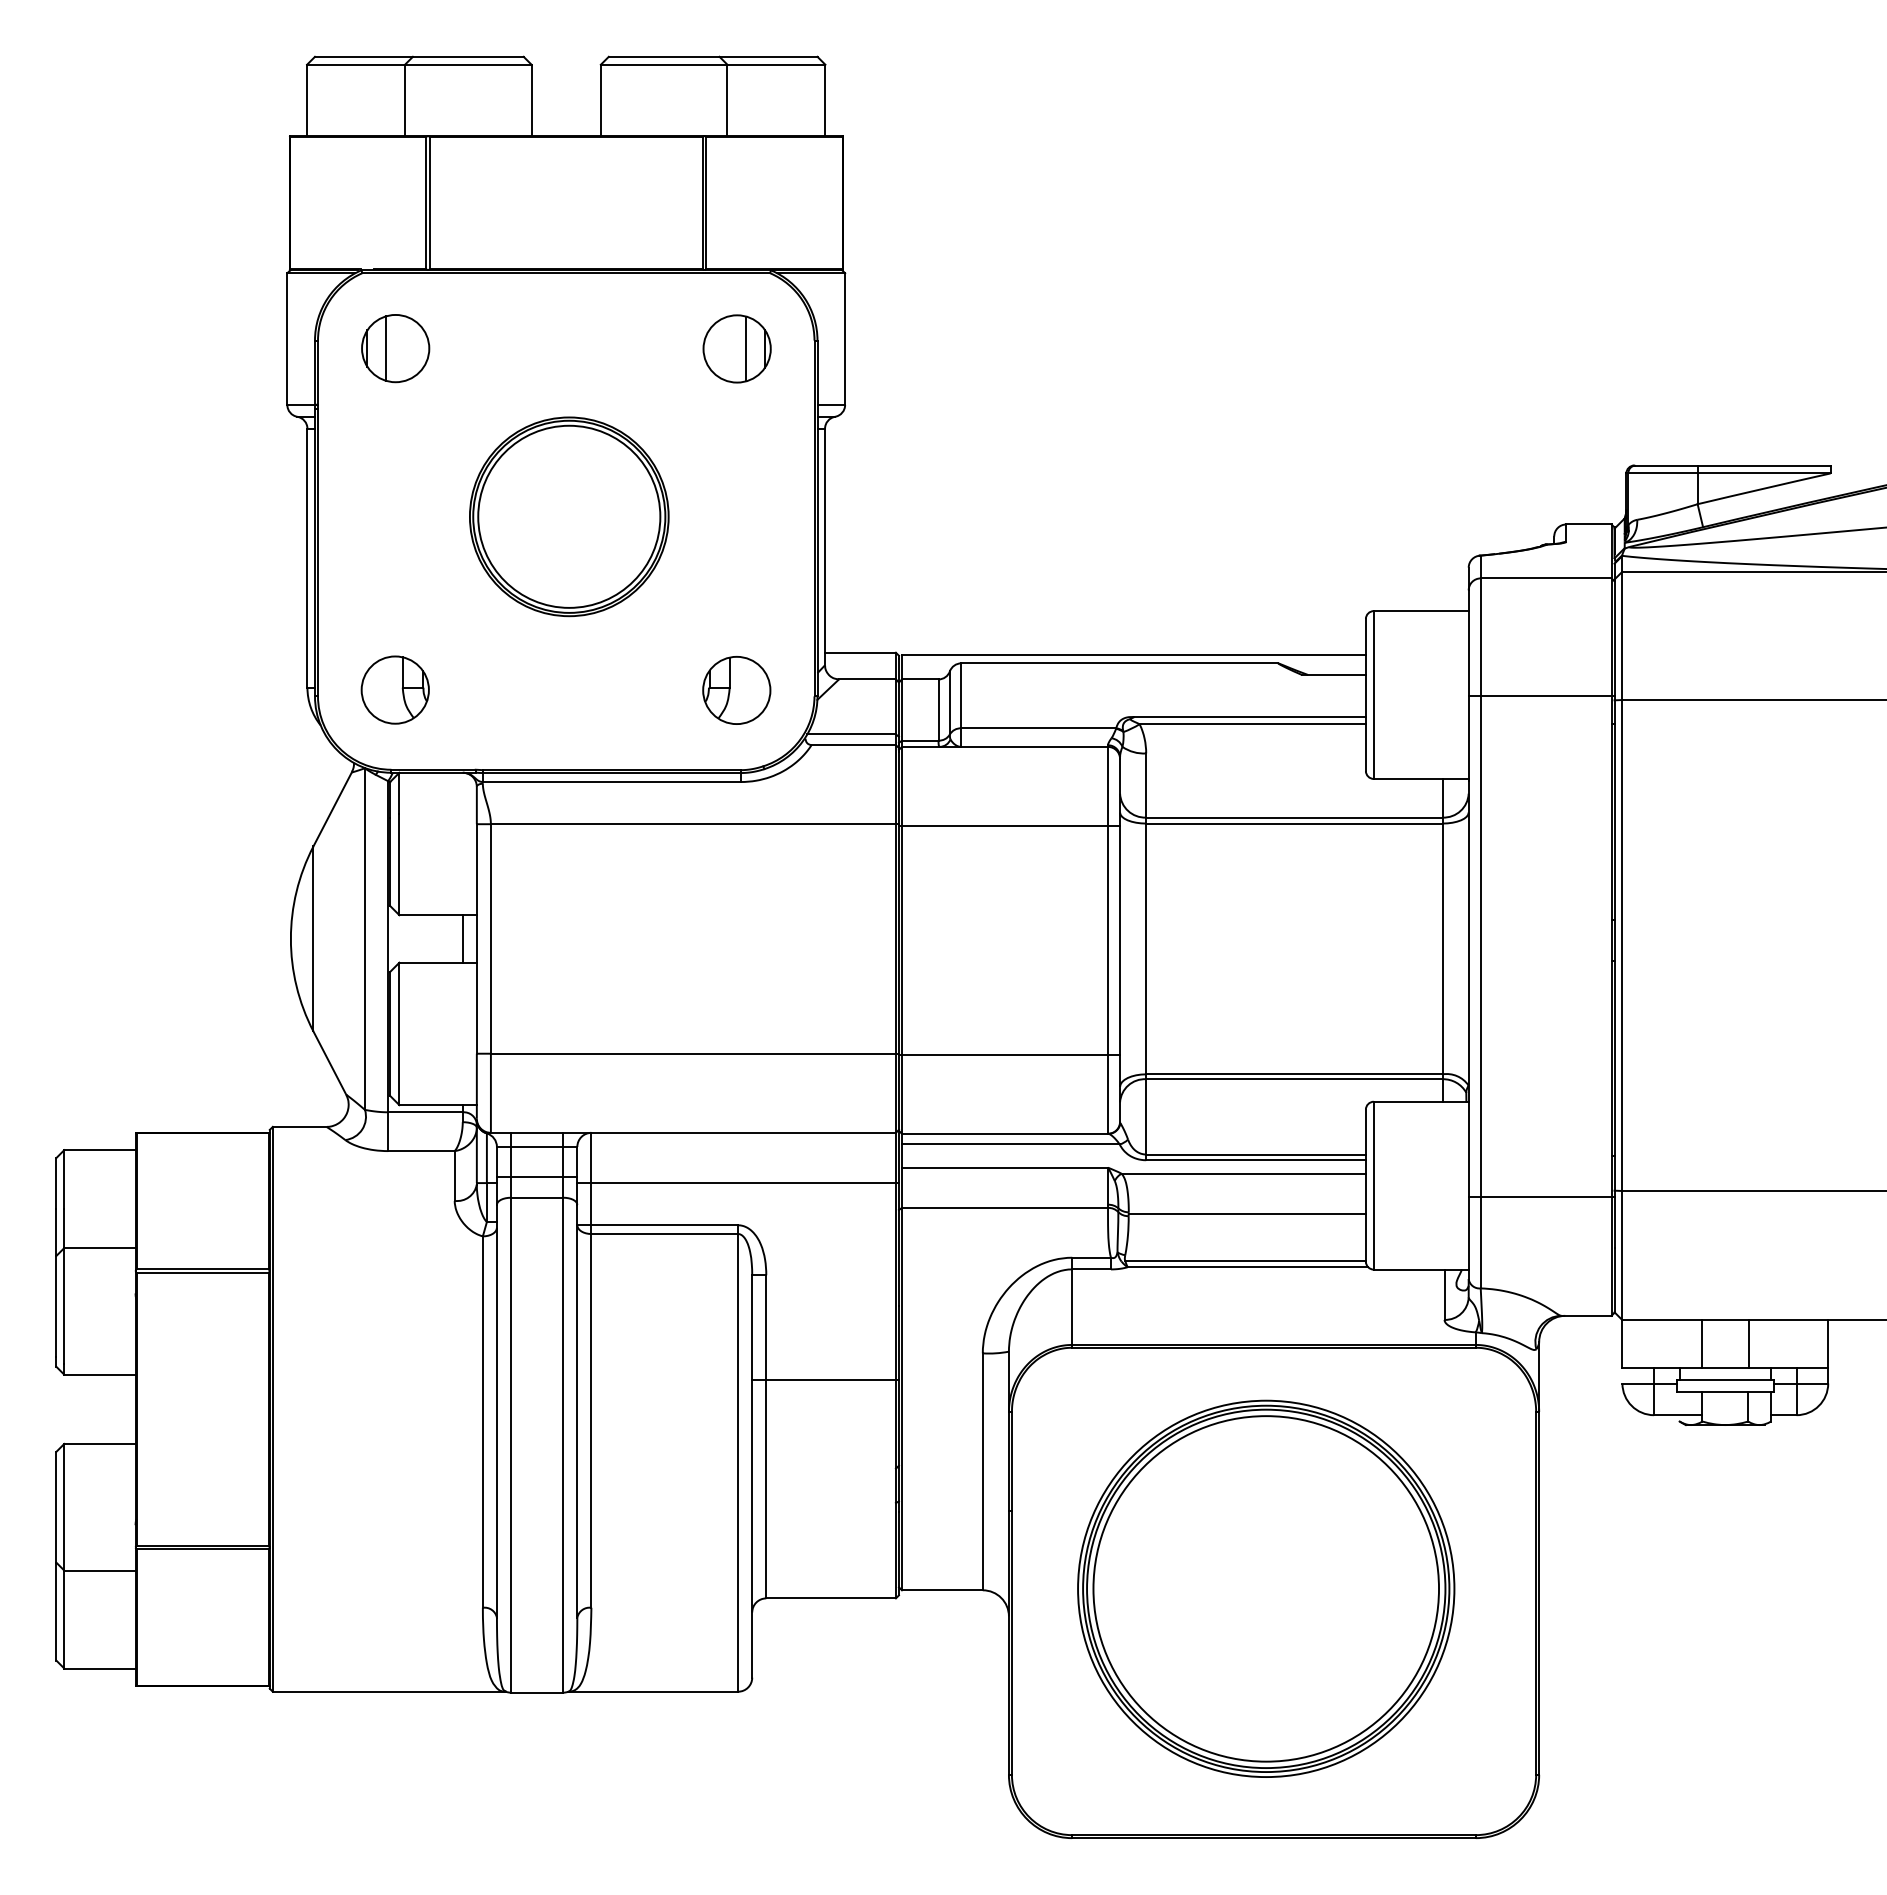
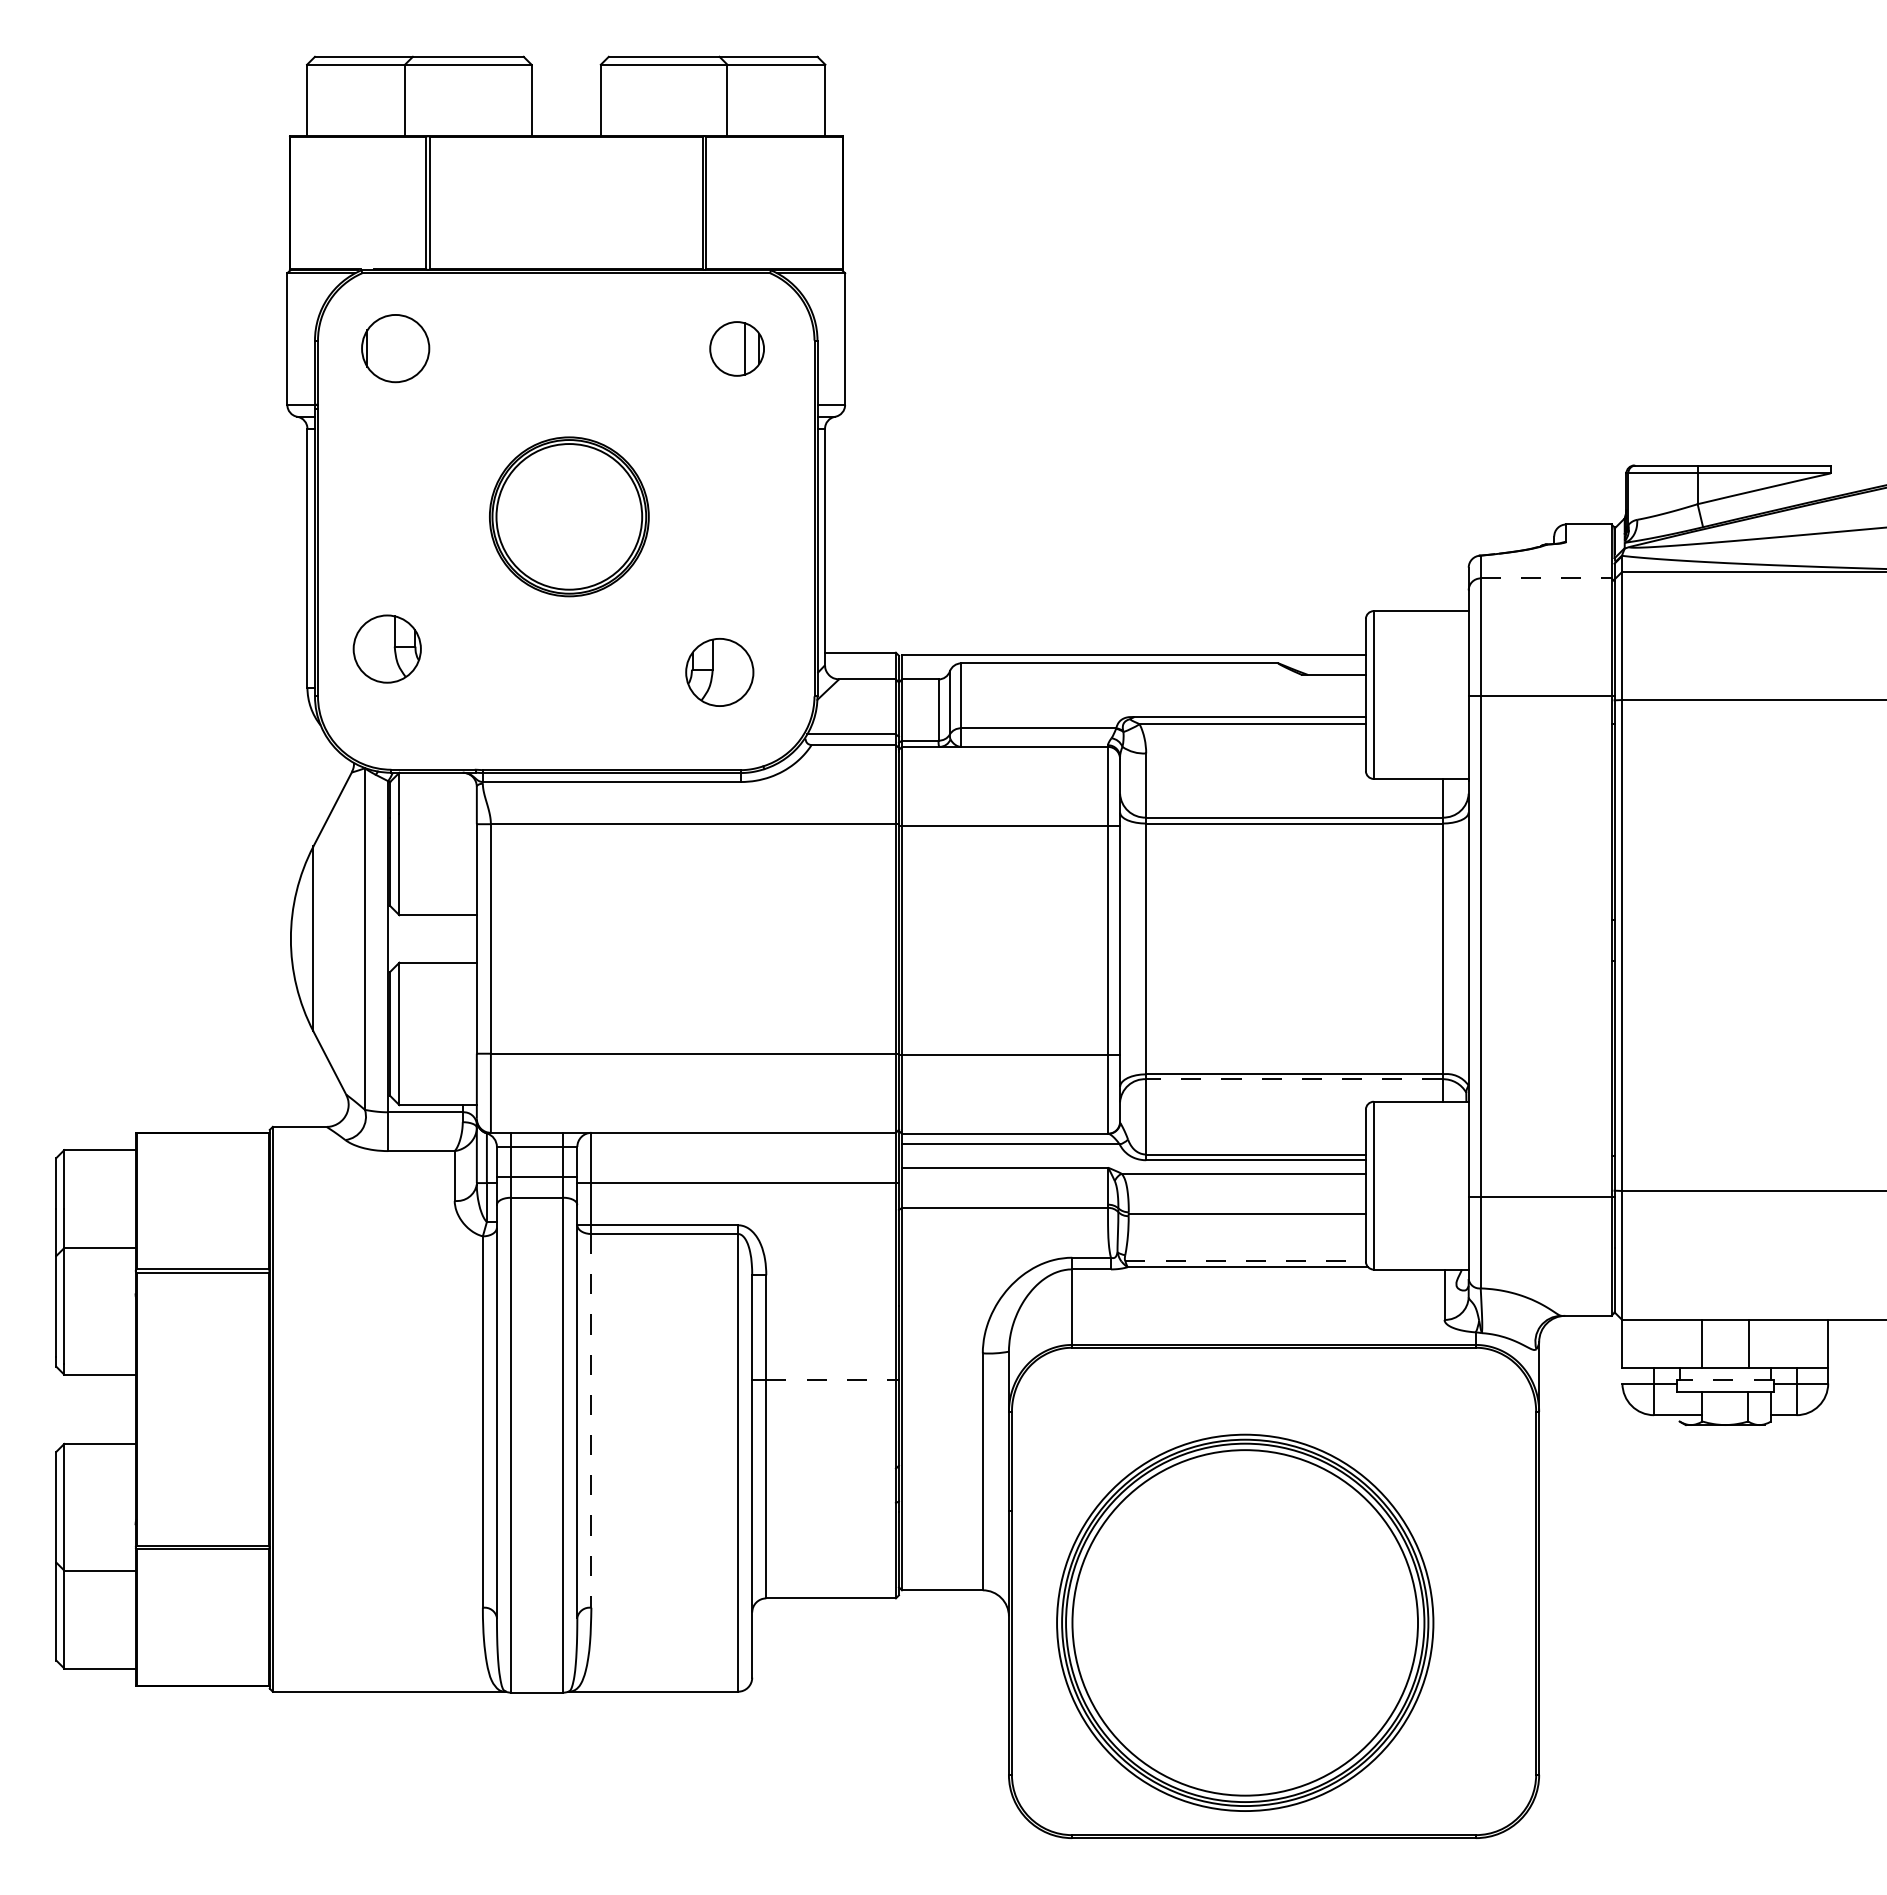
line at (386, 348): present -> none
part at (736, 348) size: 70x70 px -> 56x56 px
part at (569, 516) size: 201x202 px -> 161x162 px
line at (1546, 578): solid -> dashed
part at (394, 689) position: (394, 689) -> (386, 648)
part at (736, 690) position: (736, 690) -> (719, 672)
line at (462, 938): present -> none
line at (1293, 1079): solid -> dashed
line at (1246, 1261): solid -> dashed
line at (831, 1380): solid -> dashed
line at (1724, 1380): solid -> dashed
line at (591, 1420): solid -> dashed
part at (1266, 1588) position: (1266, 1588) -> (1245, 1622)
